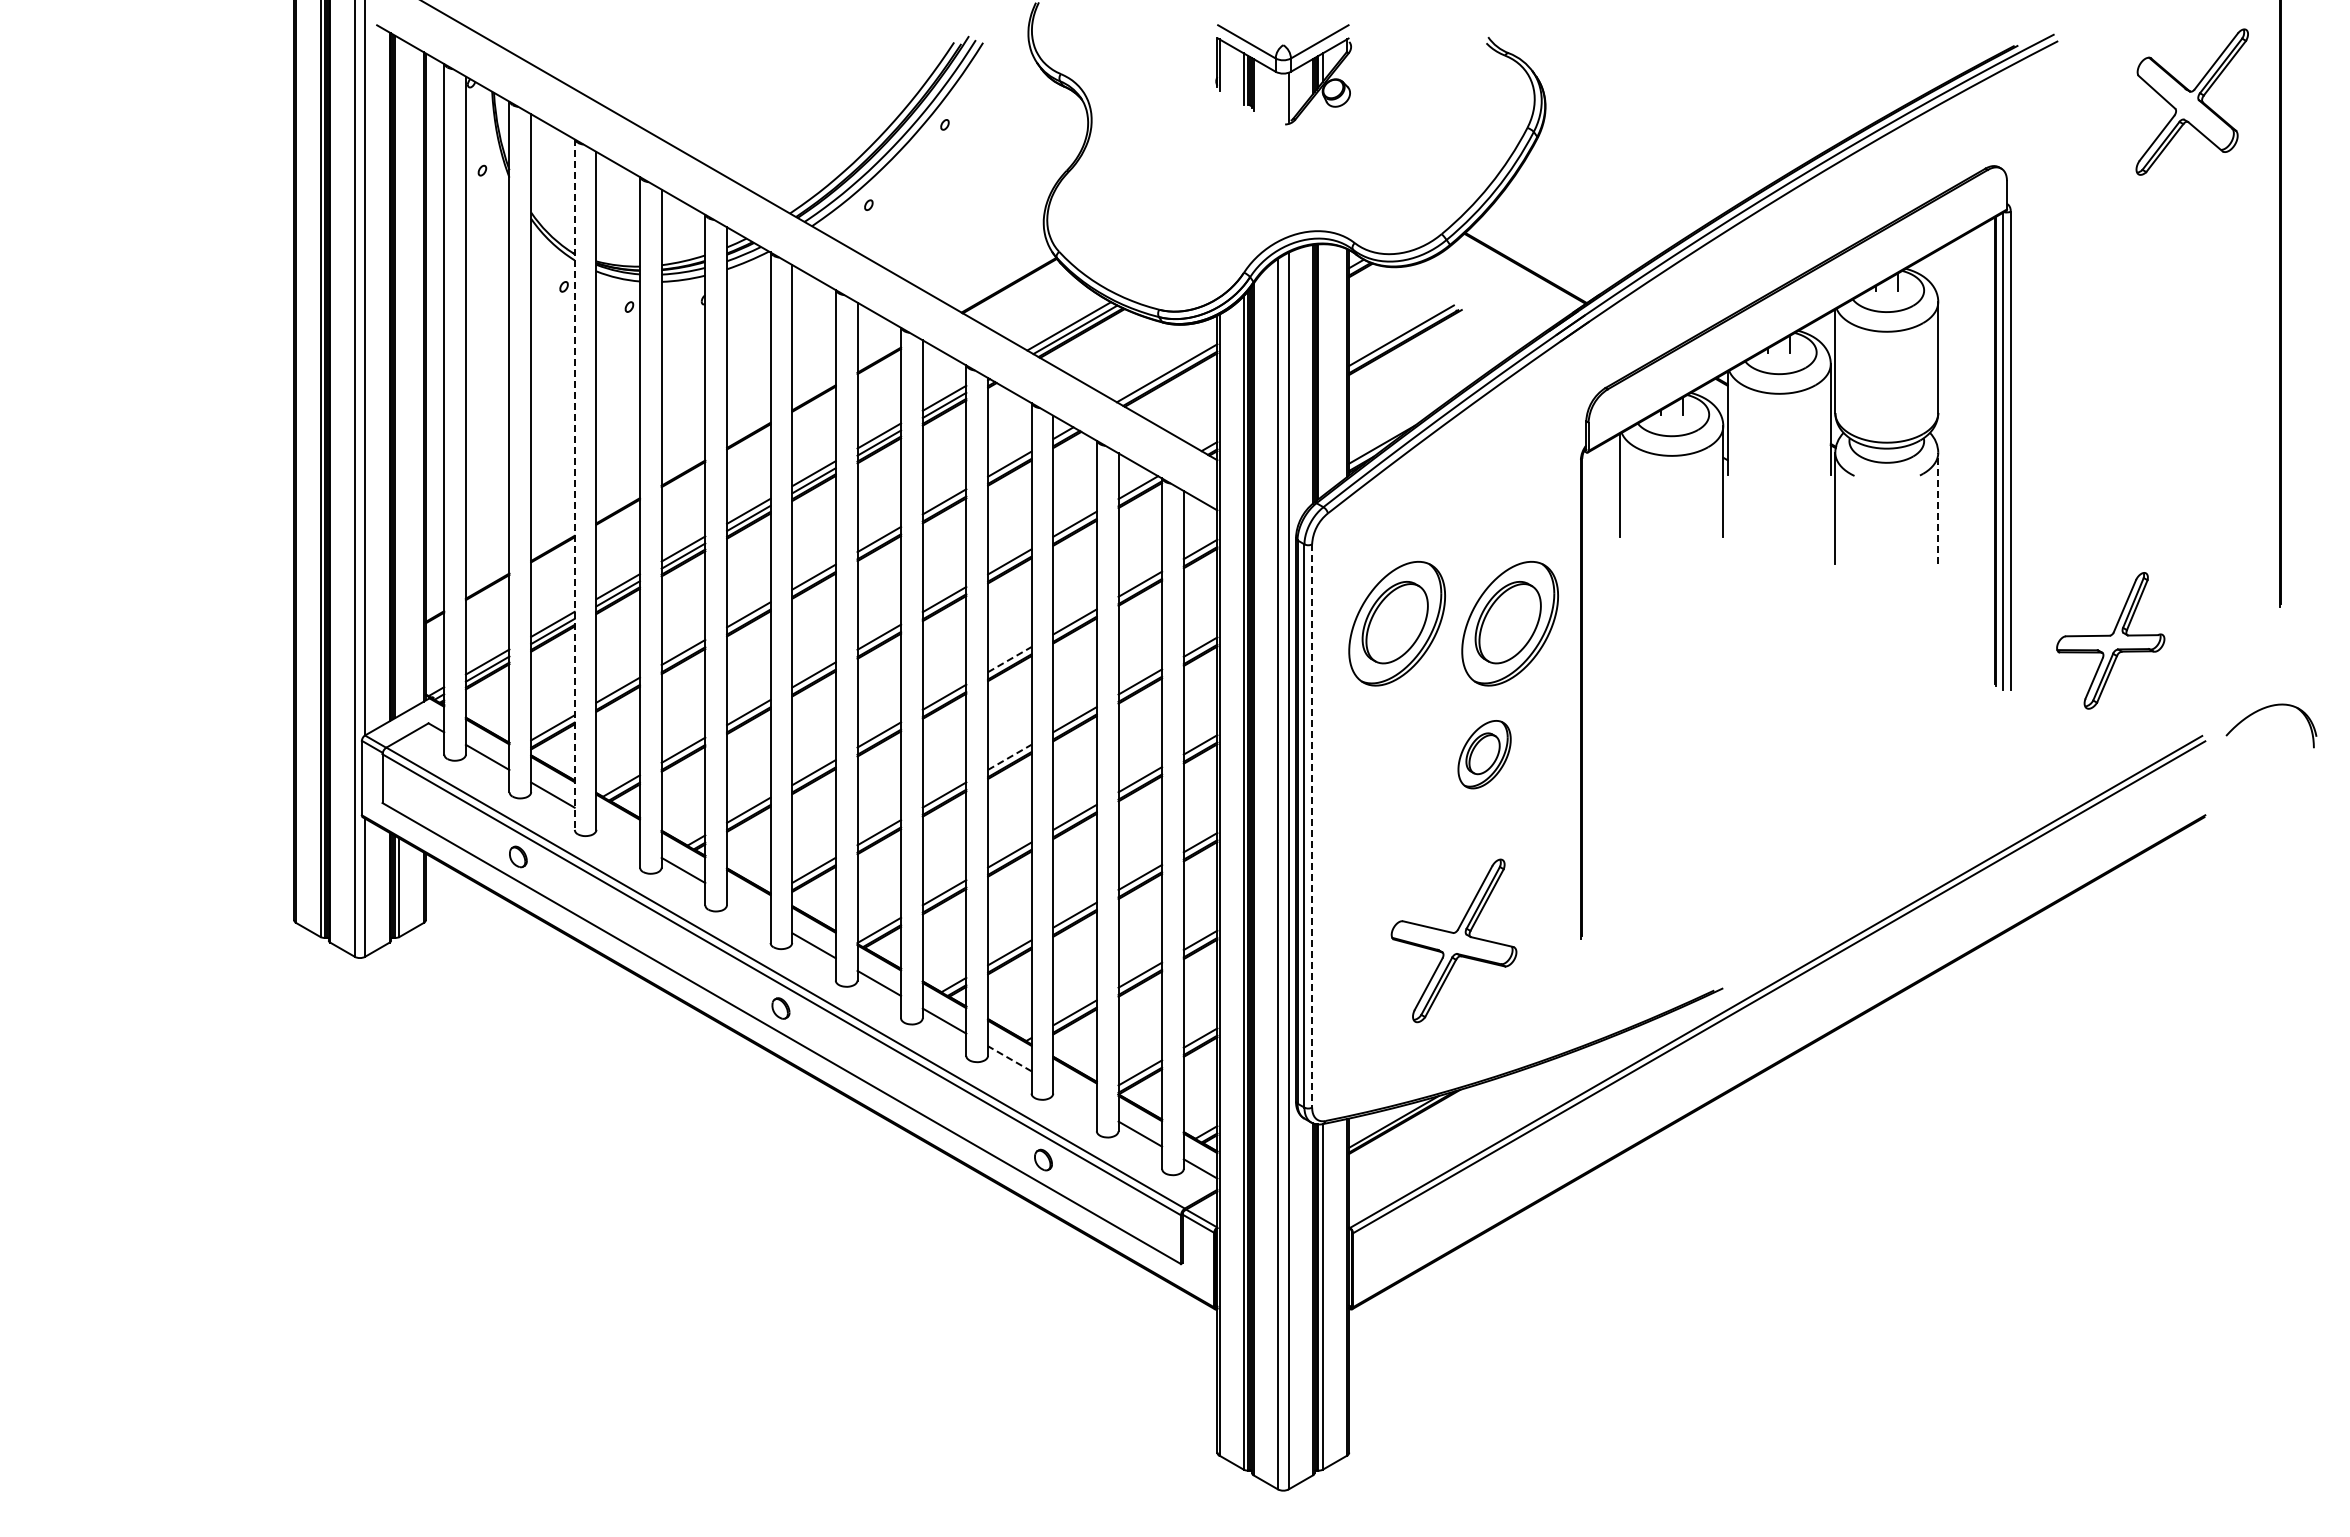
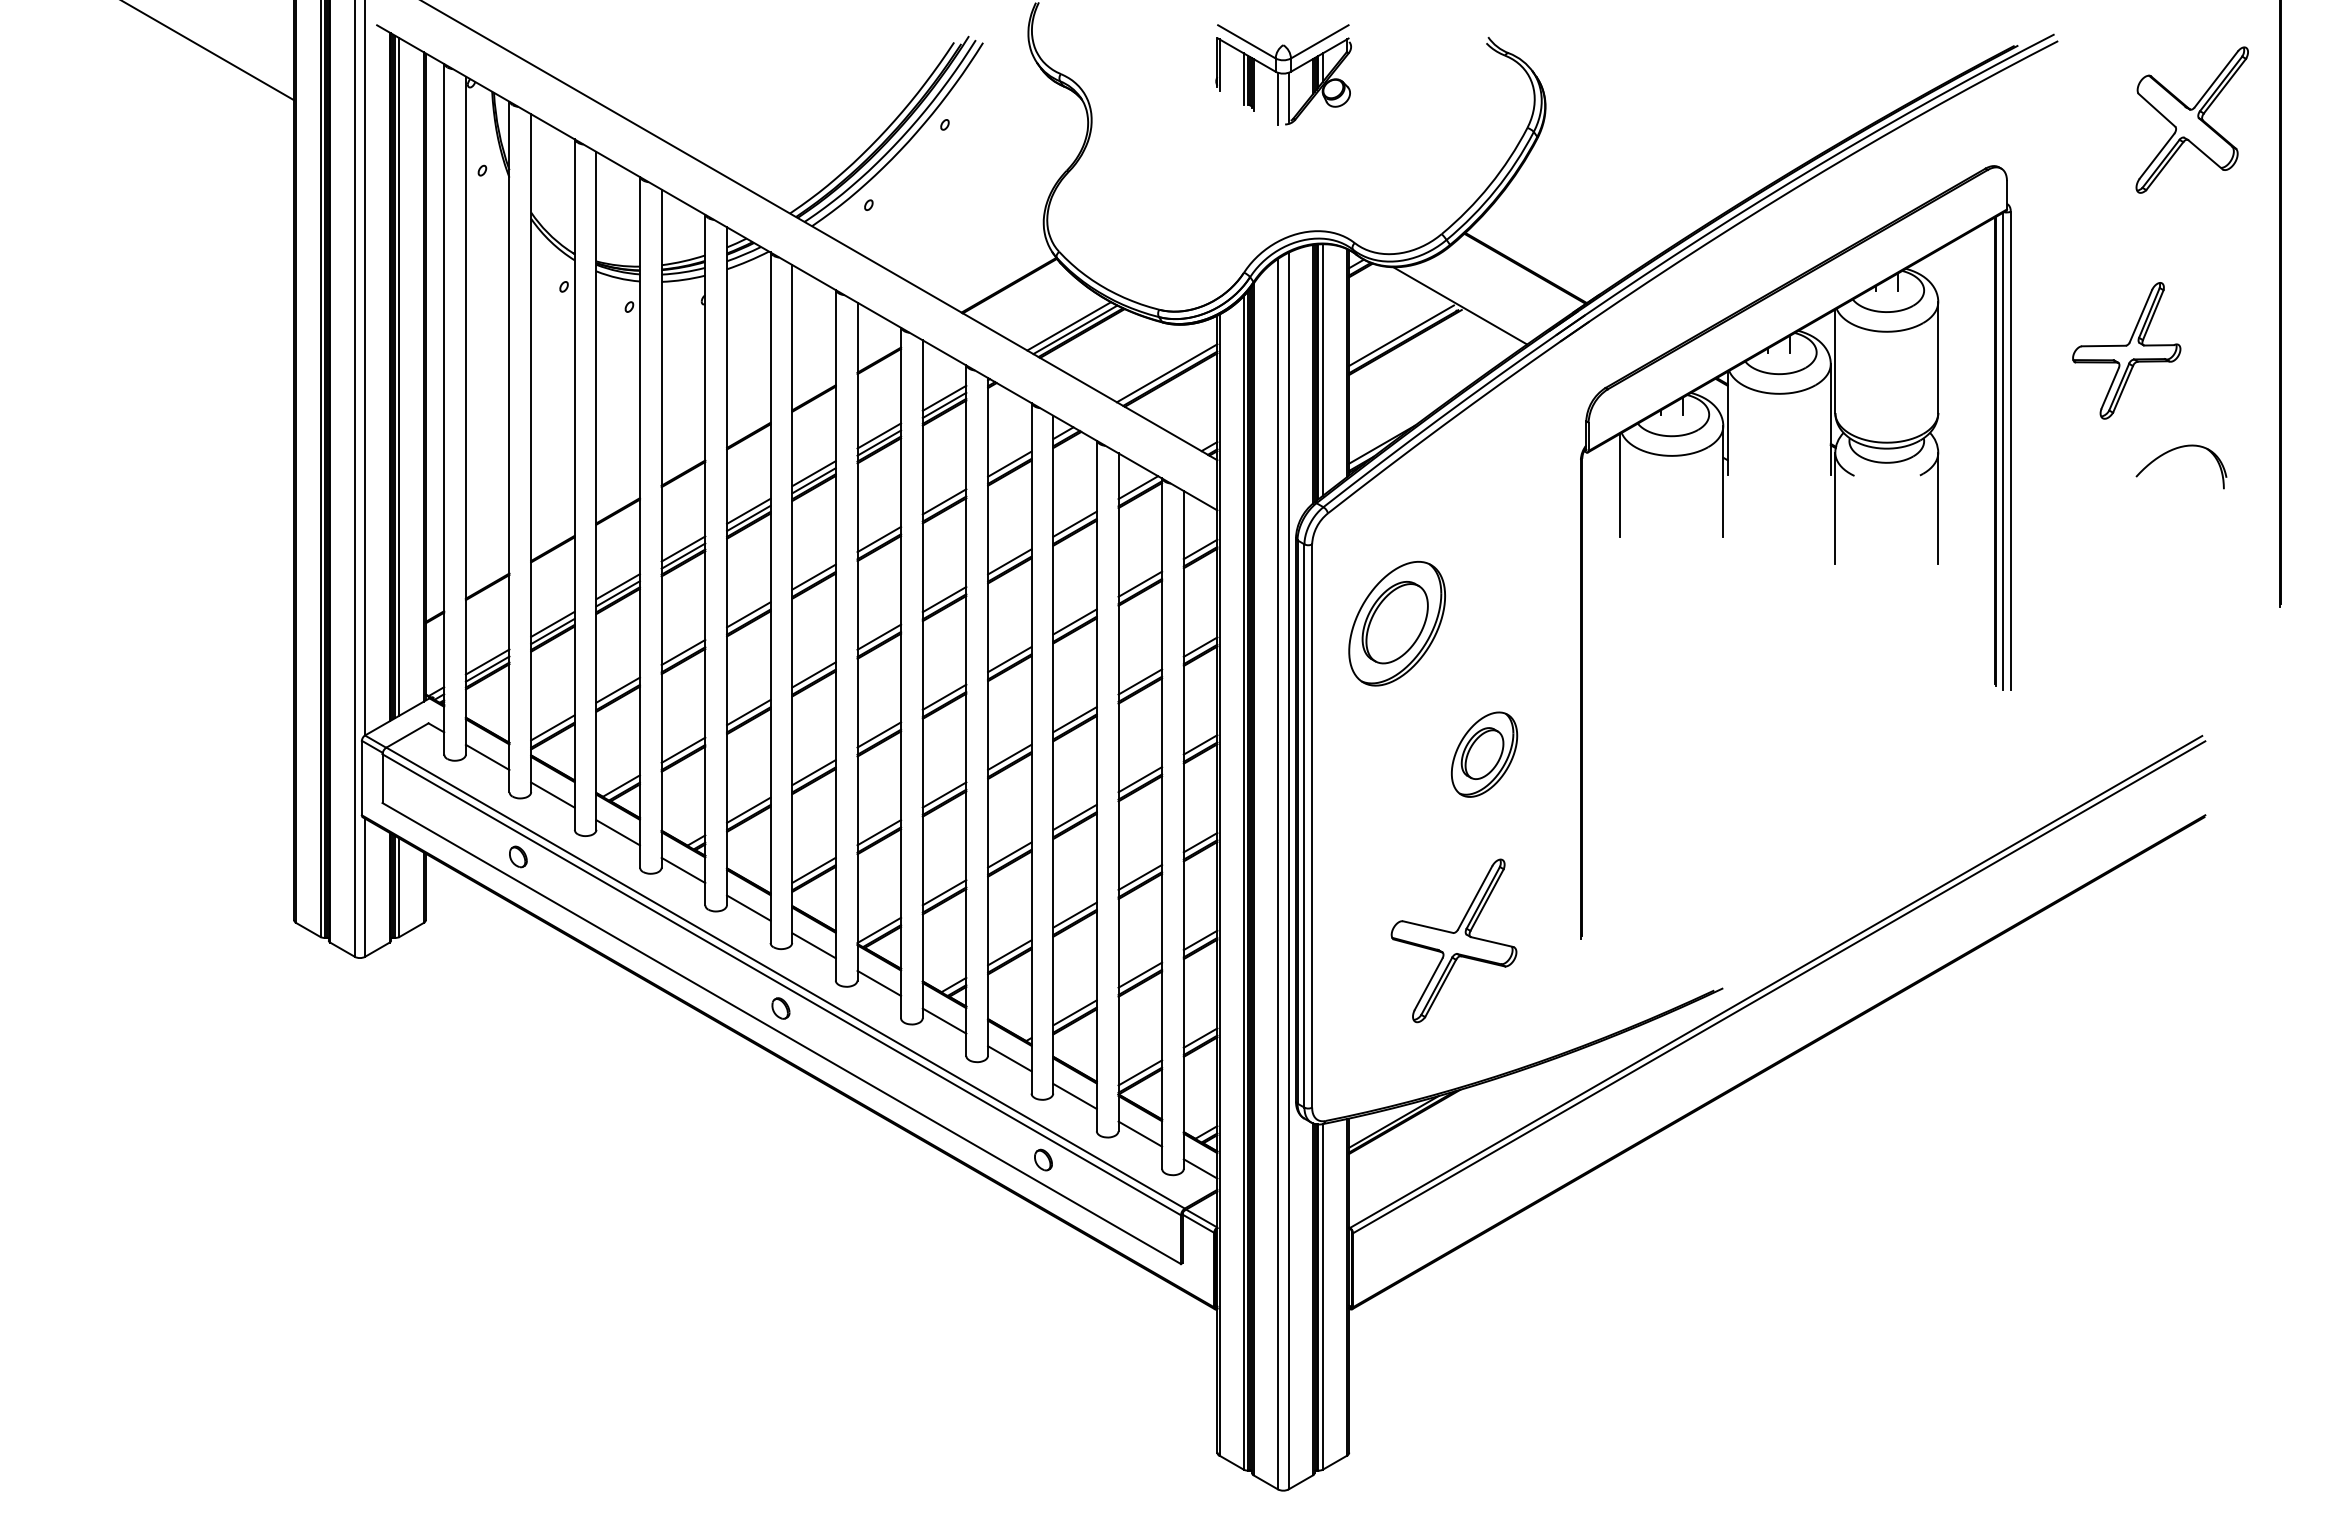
line at (209, 51): none -> present
line at (1277, 98): none -> present
part at (2191, 101) position: (2191, 101) -> (2191, 119)
line at (1460, 305): none -> present
line at (1322, 369): none -> present
line at (399, 376): none -> present
line at (574, 485): dashed -> solid
line at (1938, 507): dashed -> solid
part at (1509, 623): present -> none
part at (2110, 640) position: (2110, 640) -> (2126, 350)
line at (1010, 659): dashed -> solid
part at (2266, 708) position: (2266, 708) -> (2176, 449)
part at (1484, 754) size: 55x70 px -> 68x87 px
line at (1010, 757): dashed -> solid
line at (1312, 825): dashed -> solid
line at (617, 832): none -> present
line at (748, 907): none -> present
line at (1009, 1058): dashed -> solid
line at (1074, 1096): none -> present
